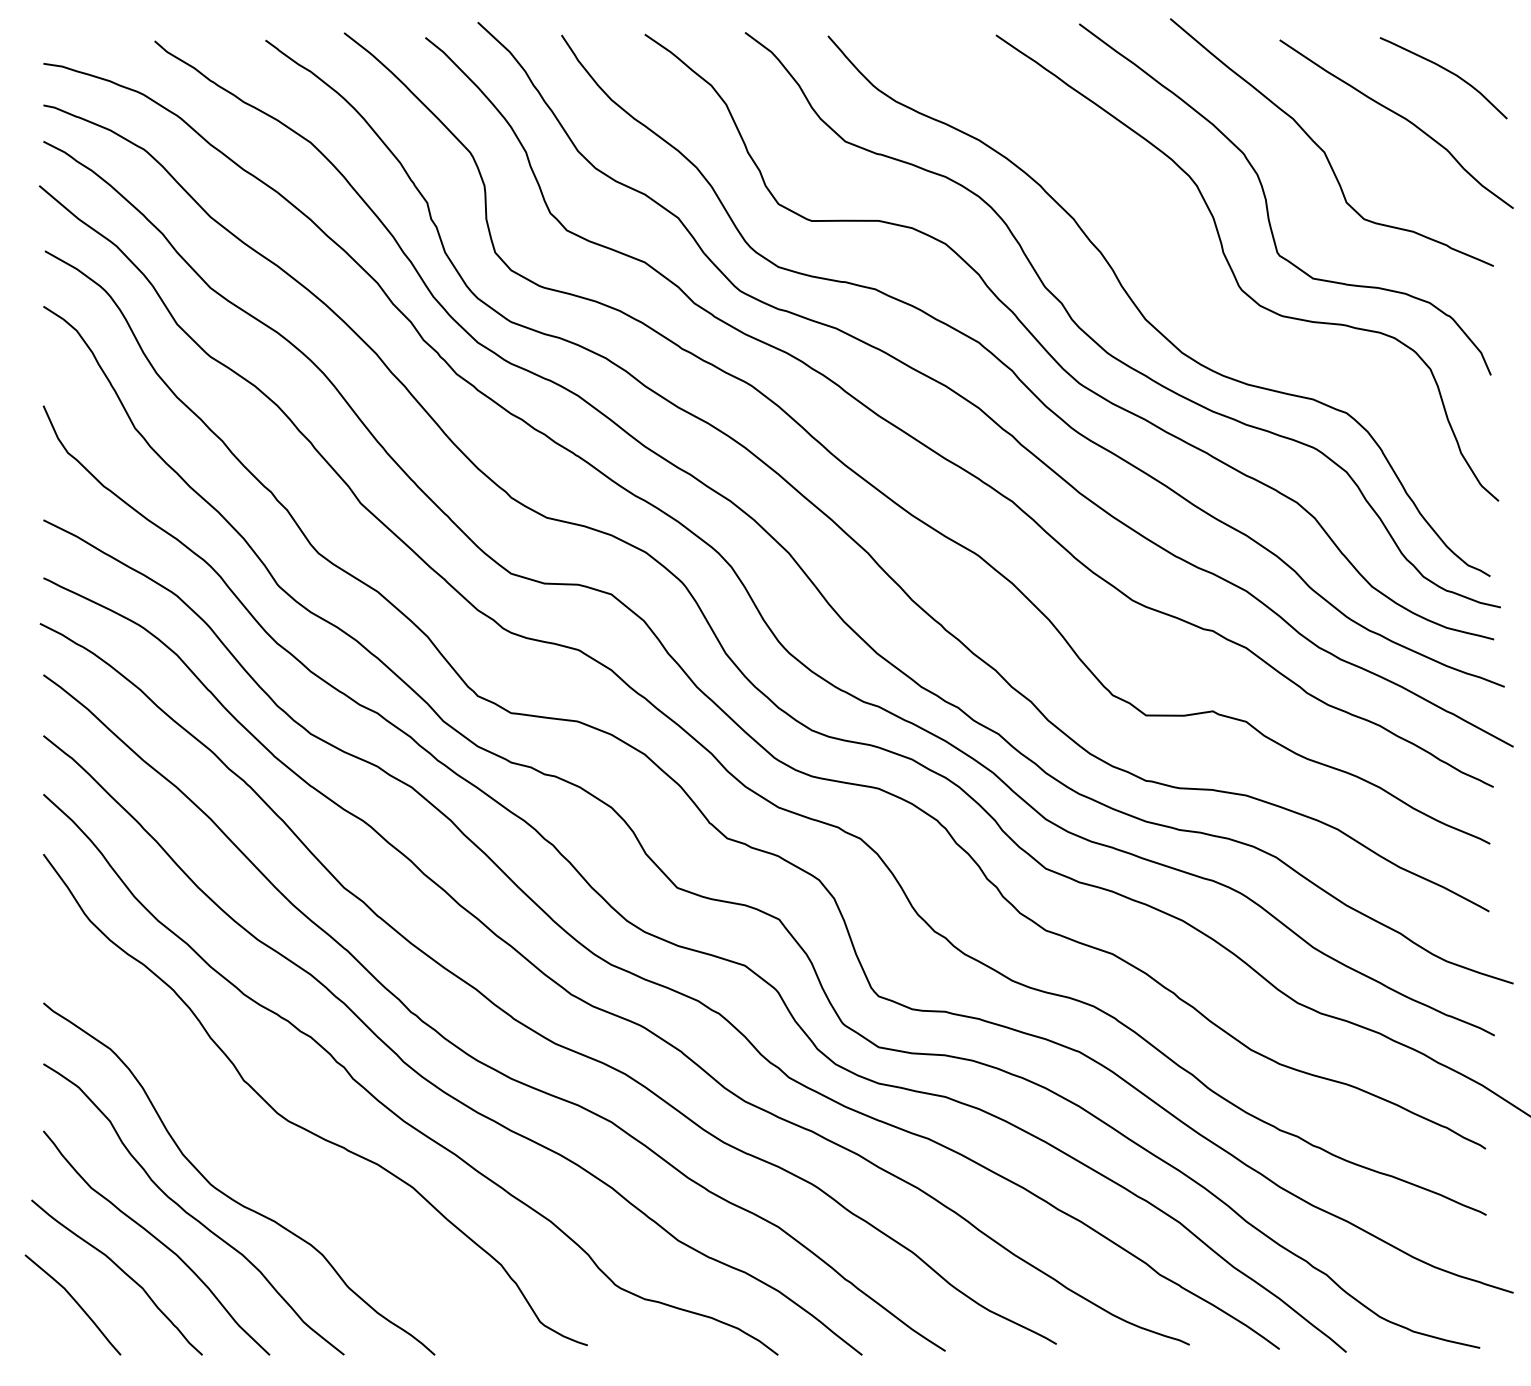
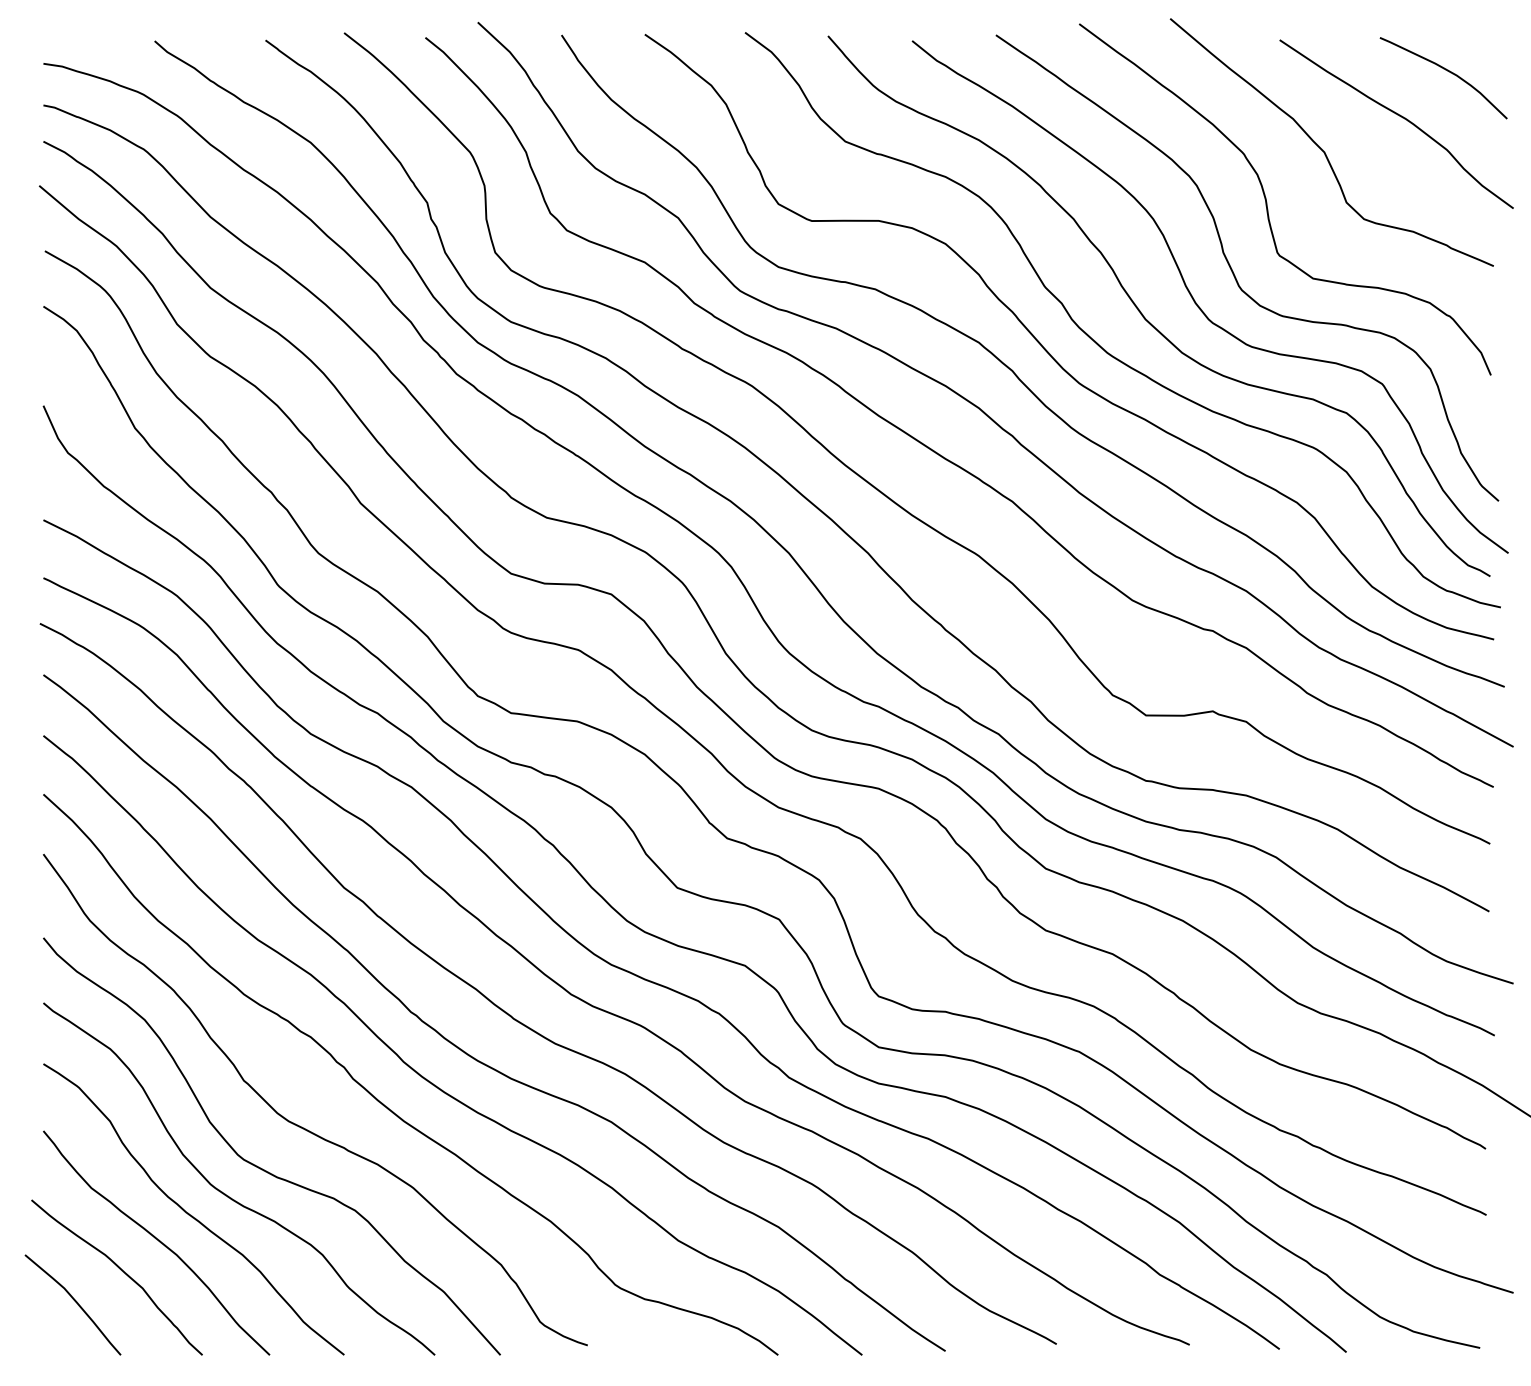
curve at (1197, 303): none -> present
curve at (257, 1165): none -> present
